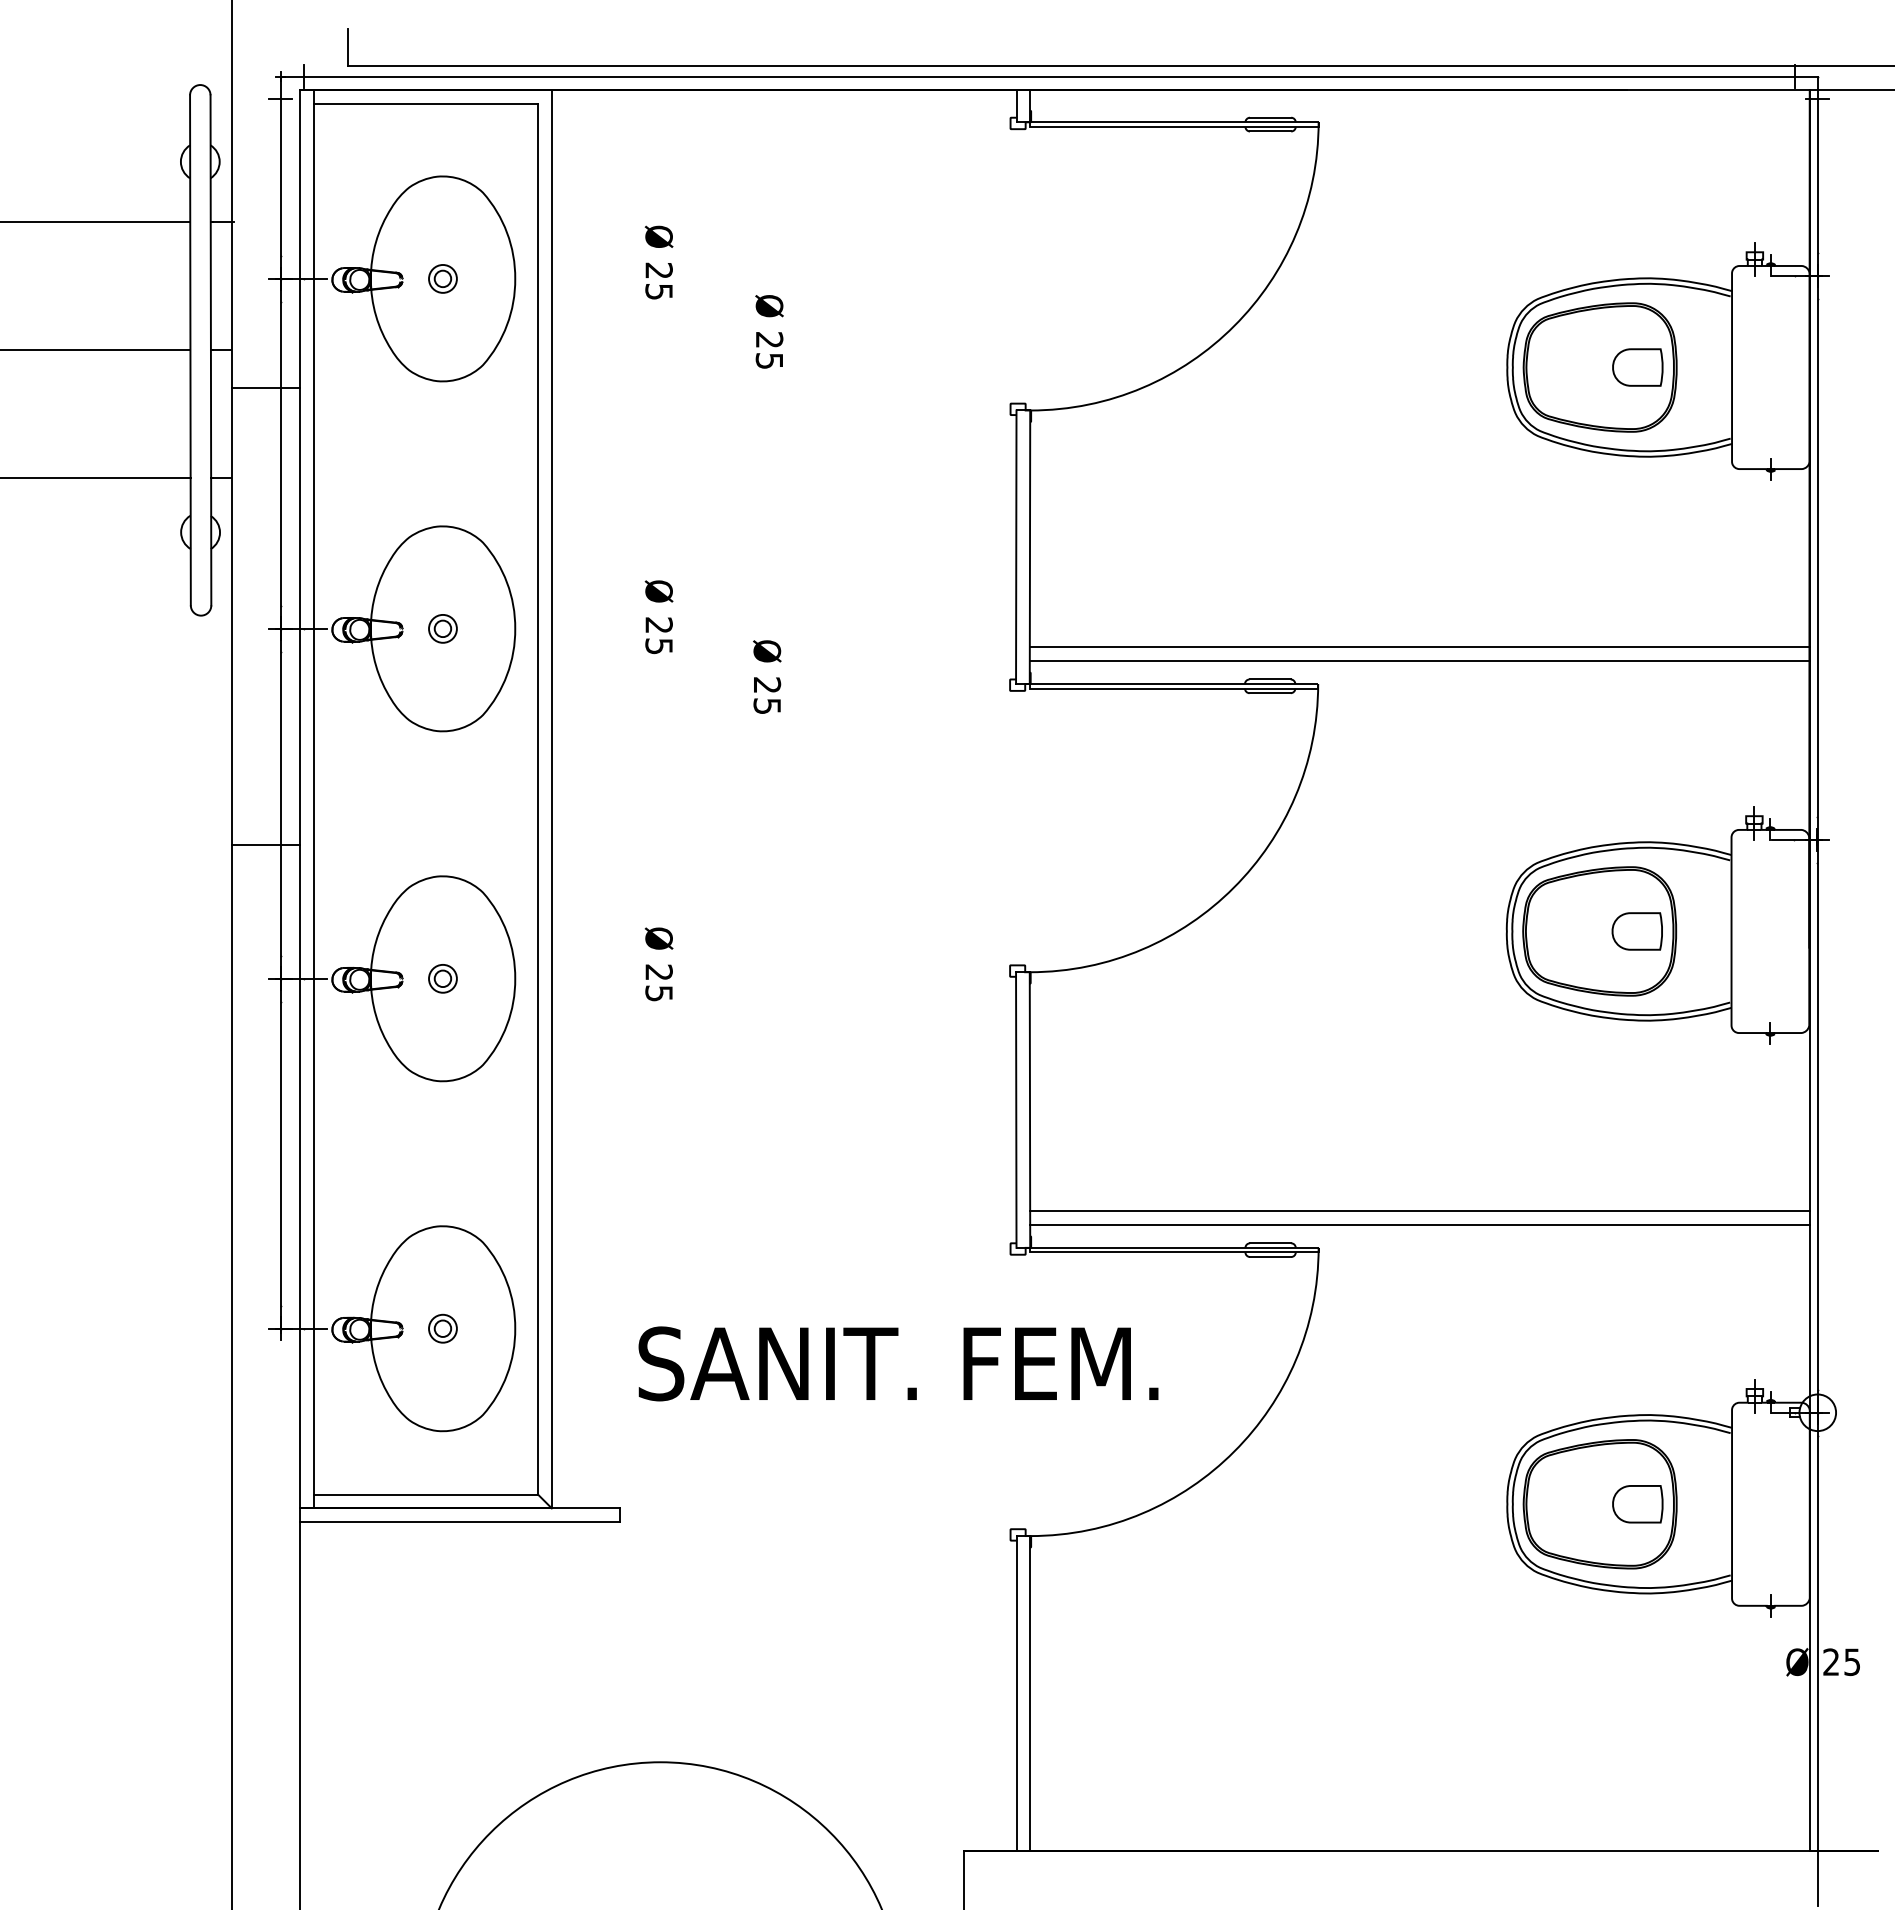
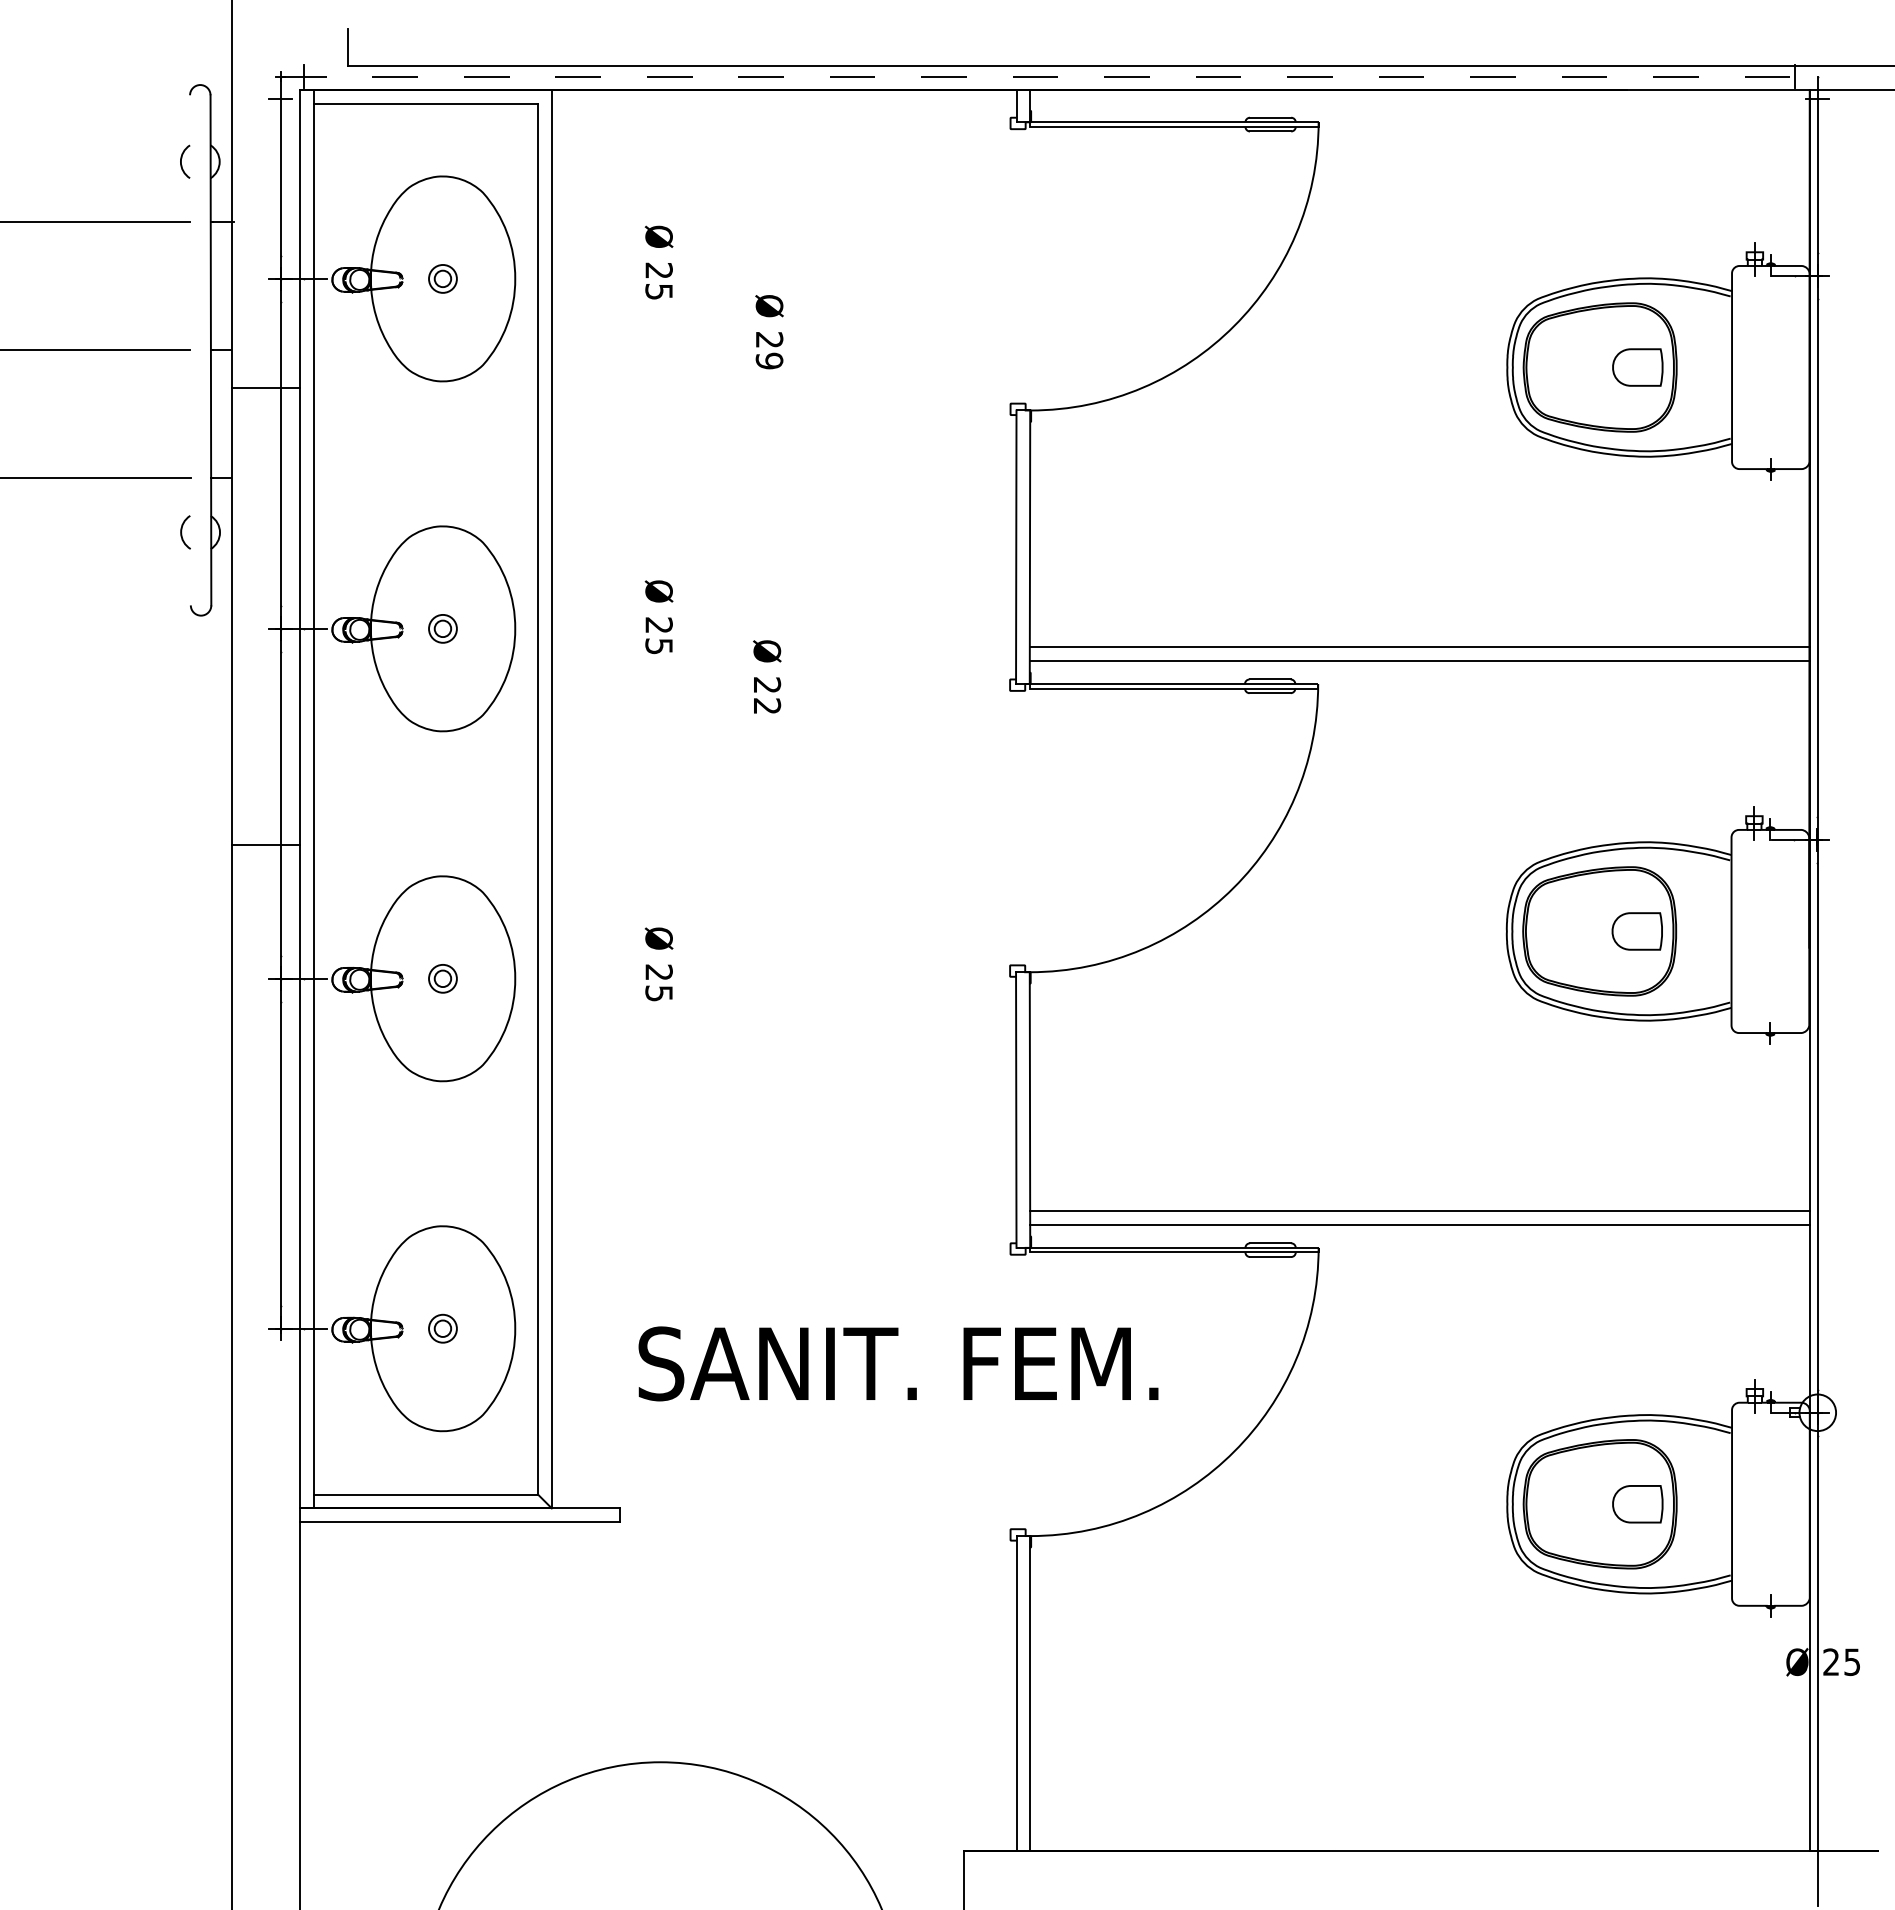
line at (1049, 76): solid -> dashed
line at (190, 350): present -> none
text at (769, 360): 25 -> 29
text at (767, 705): 25 -> 22
